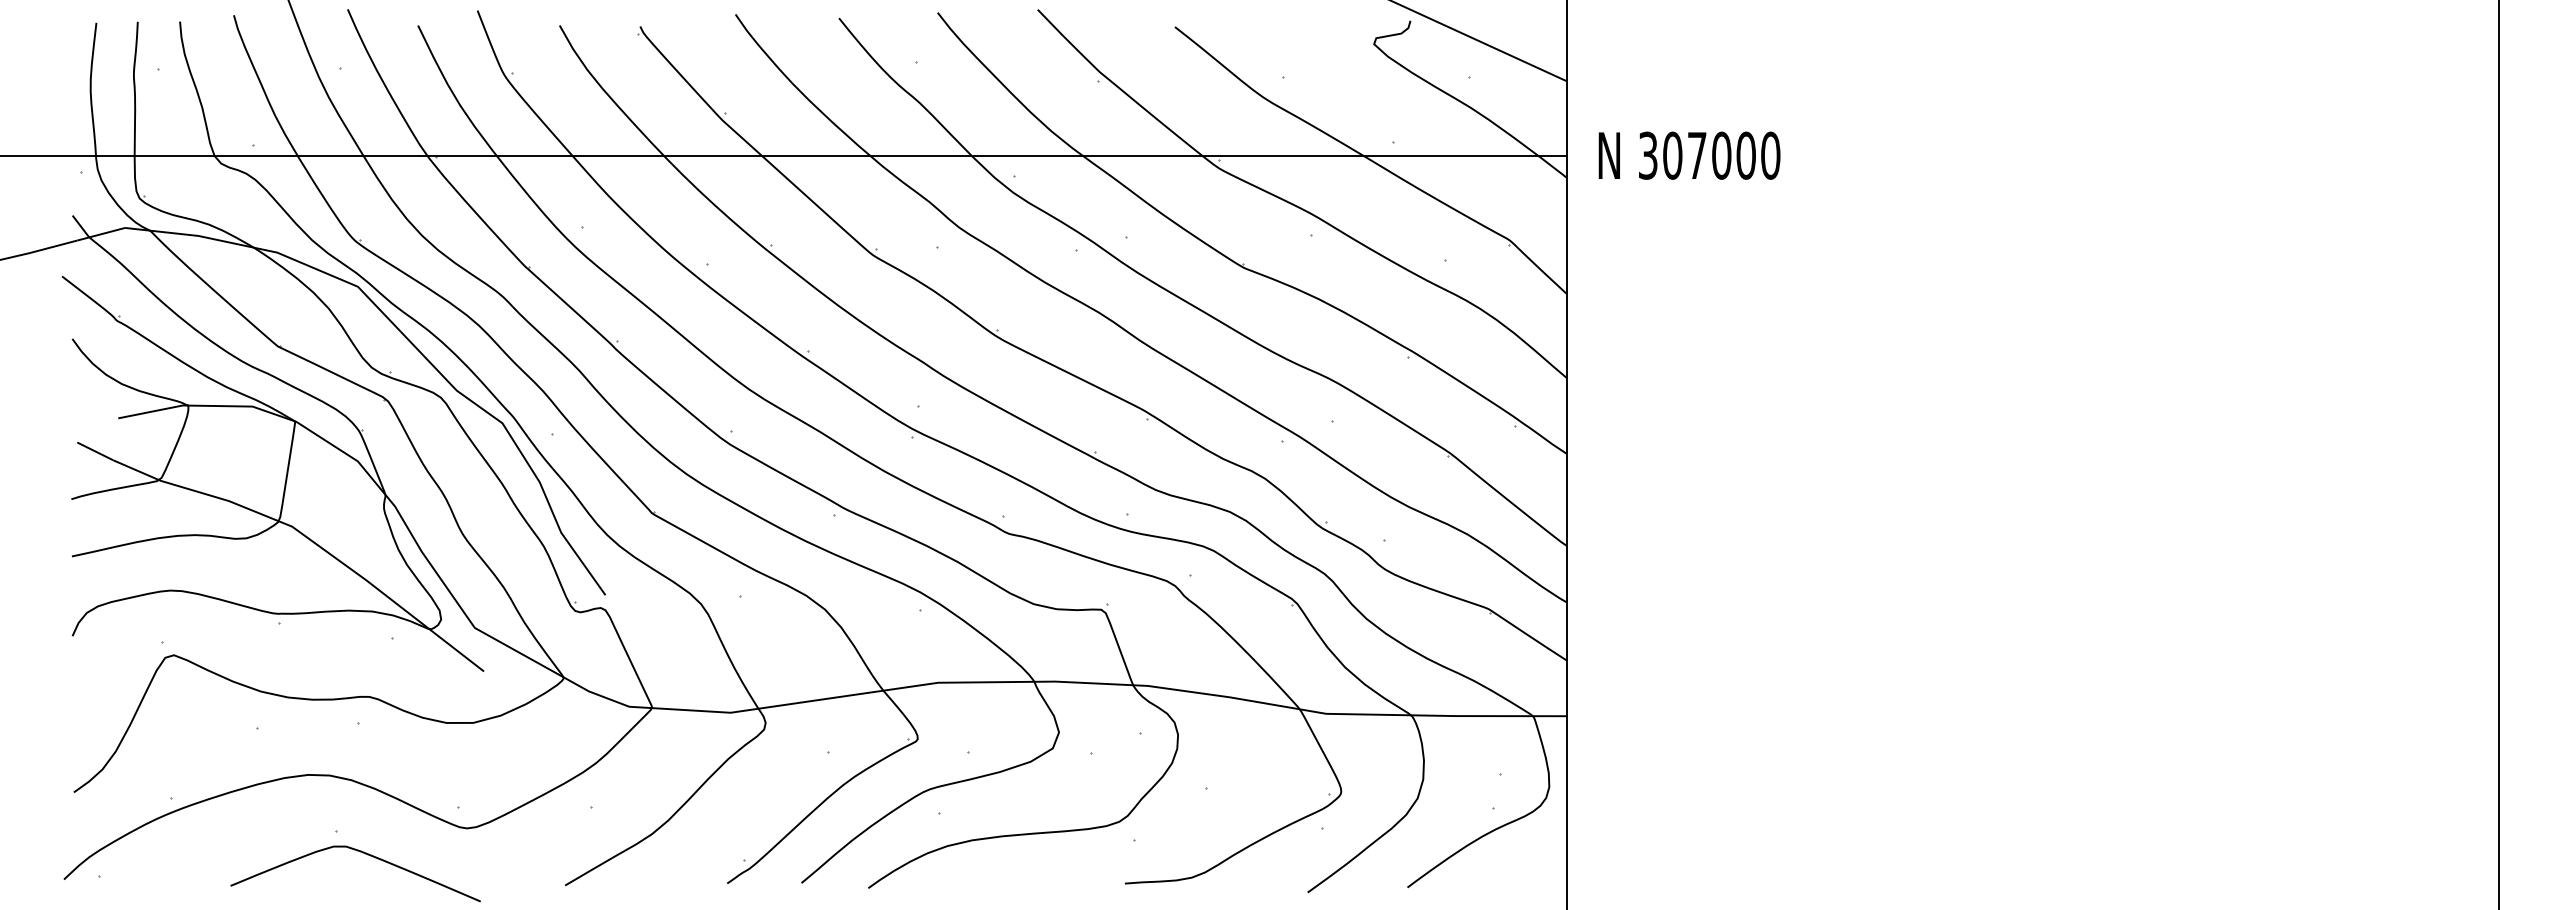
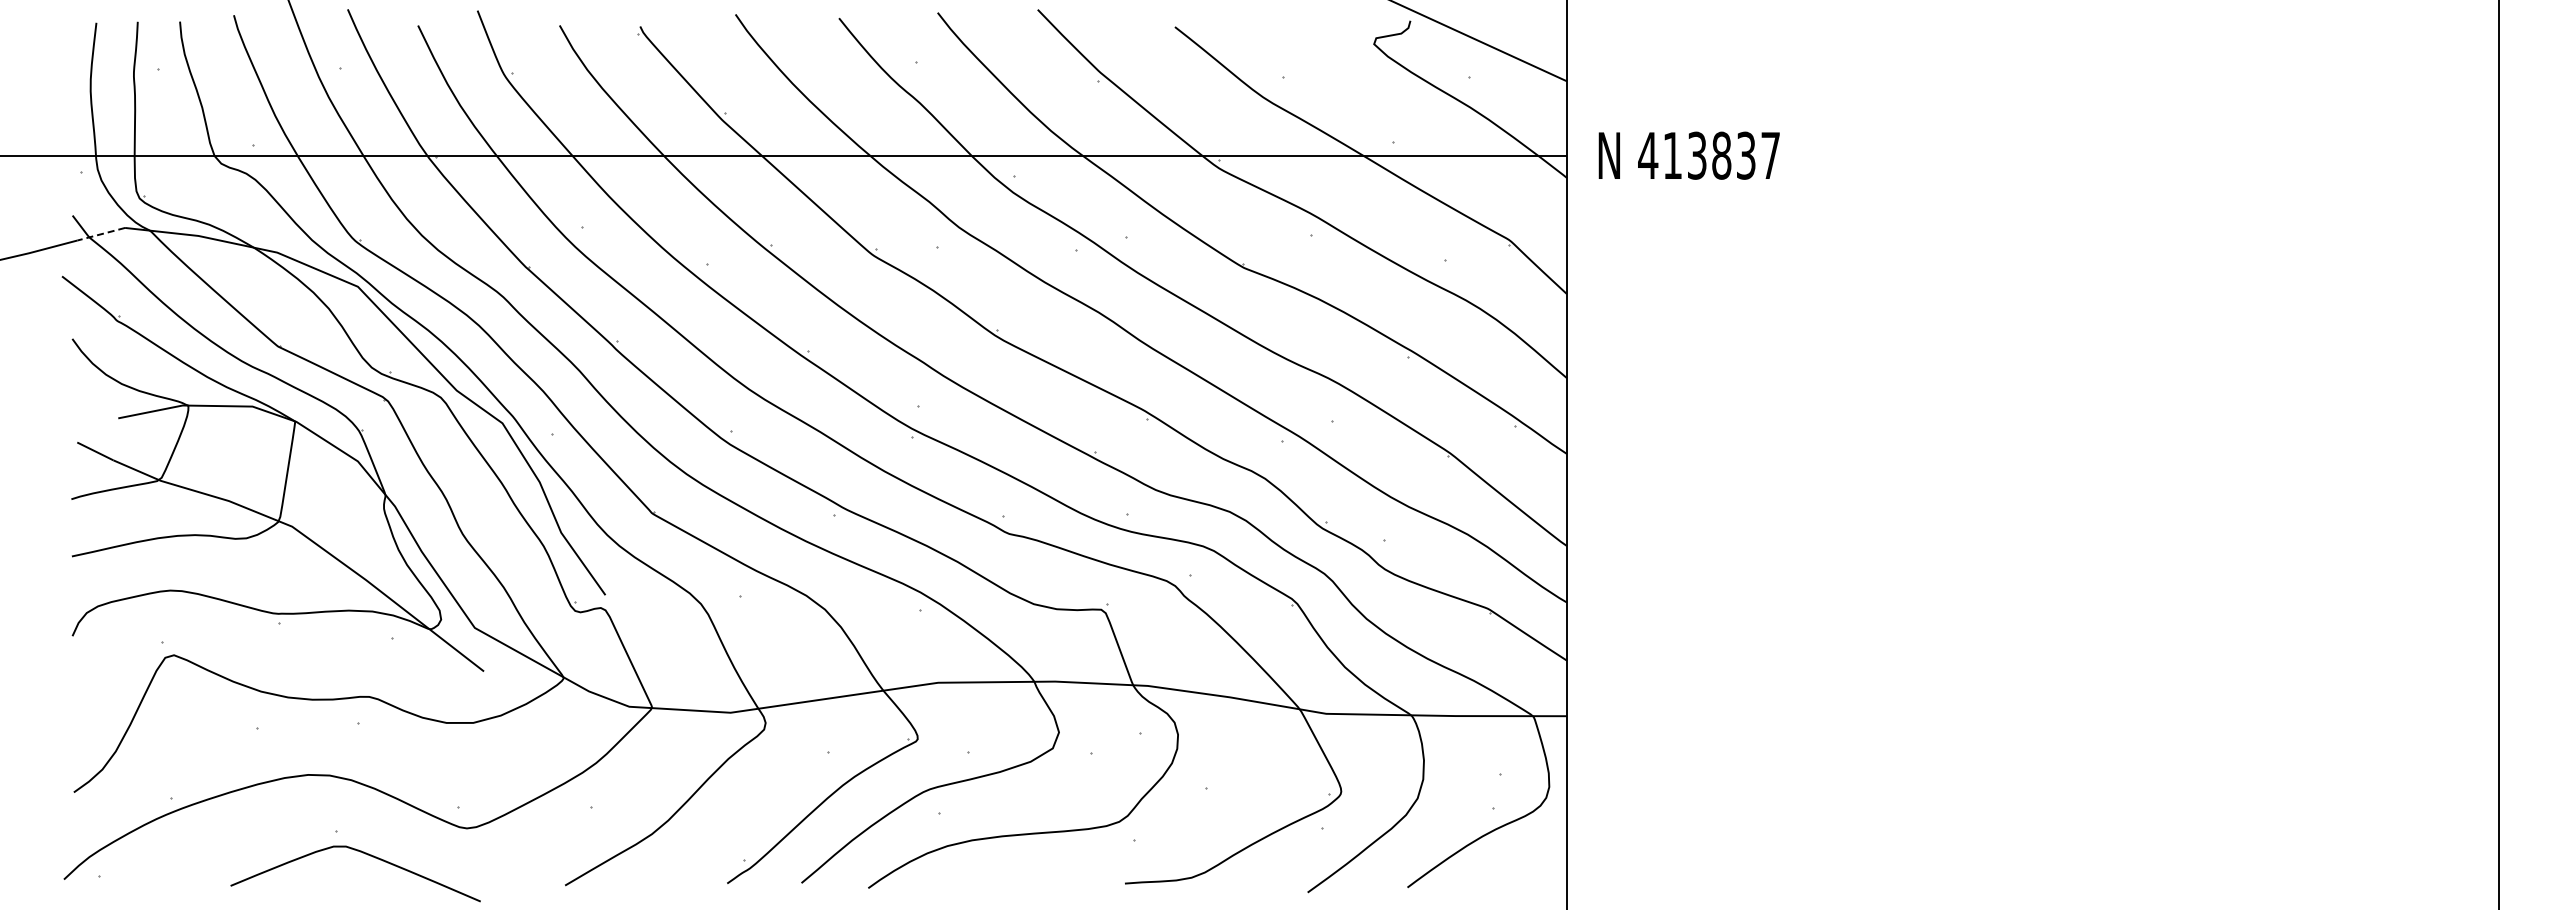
text at (1709, 155): 307000 -> 413837
line at (101, 234): solid -> dashed
